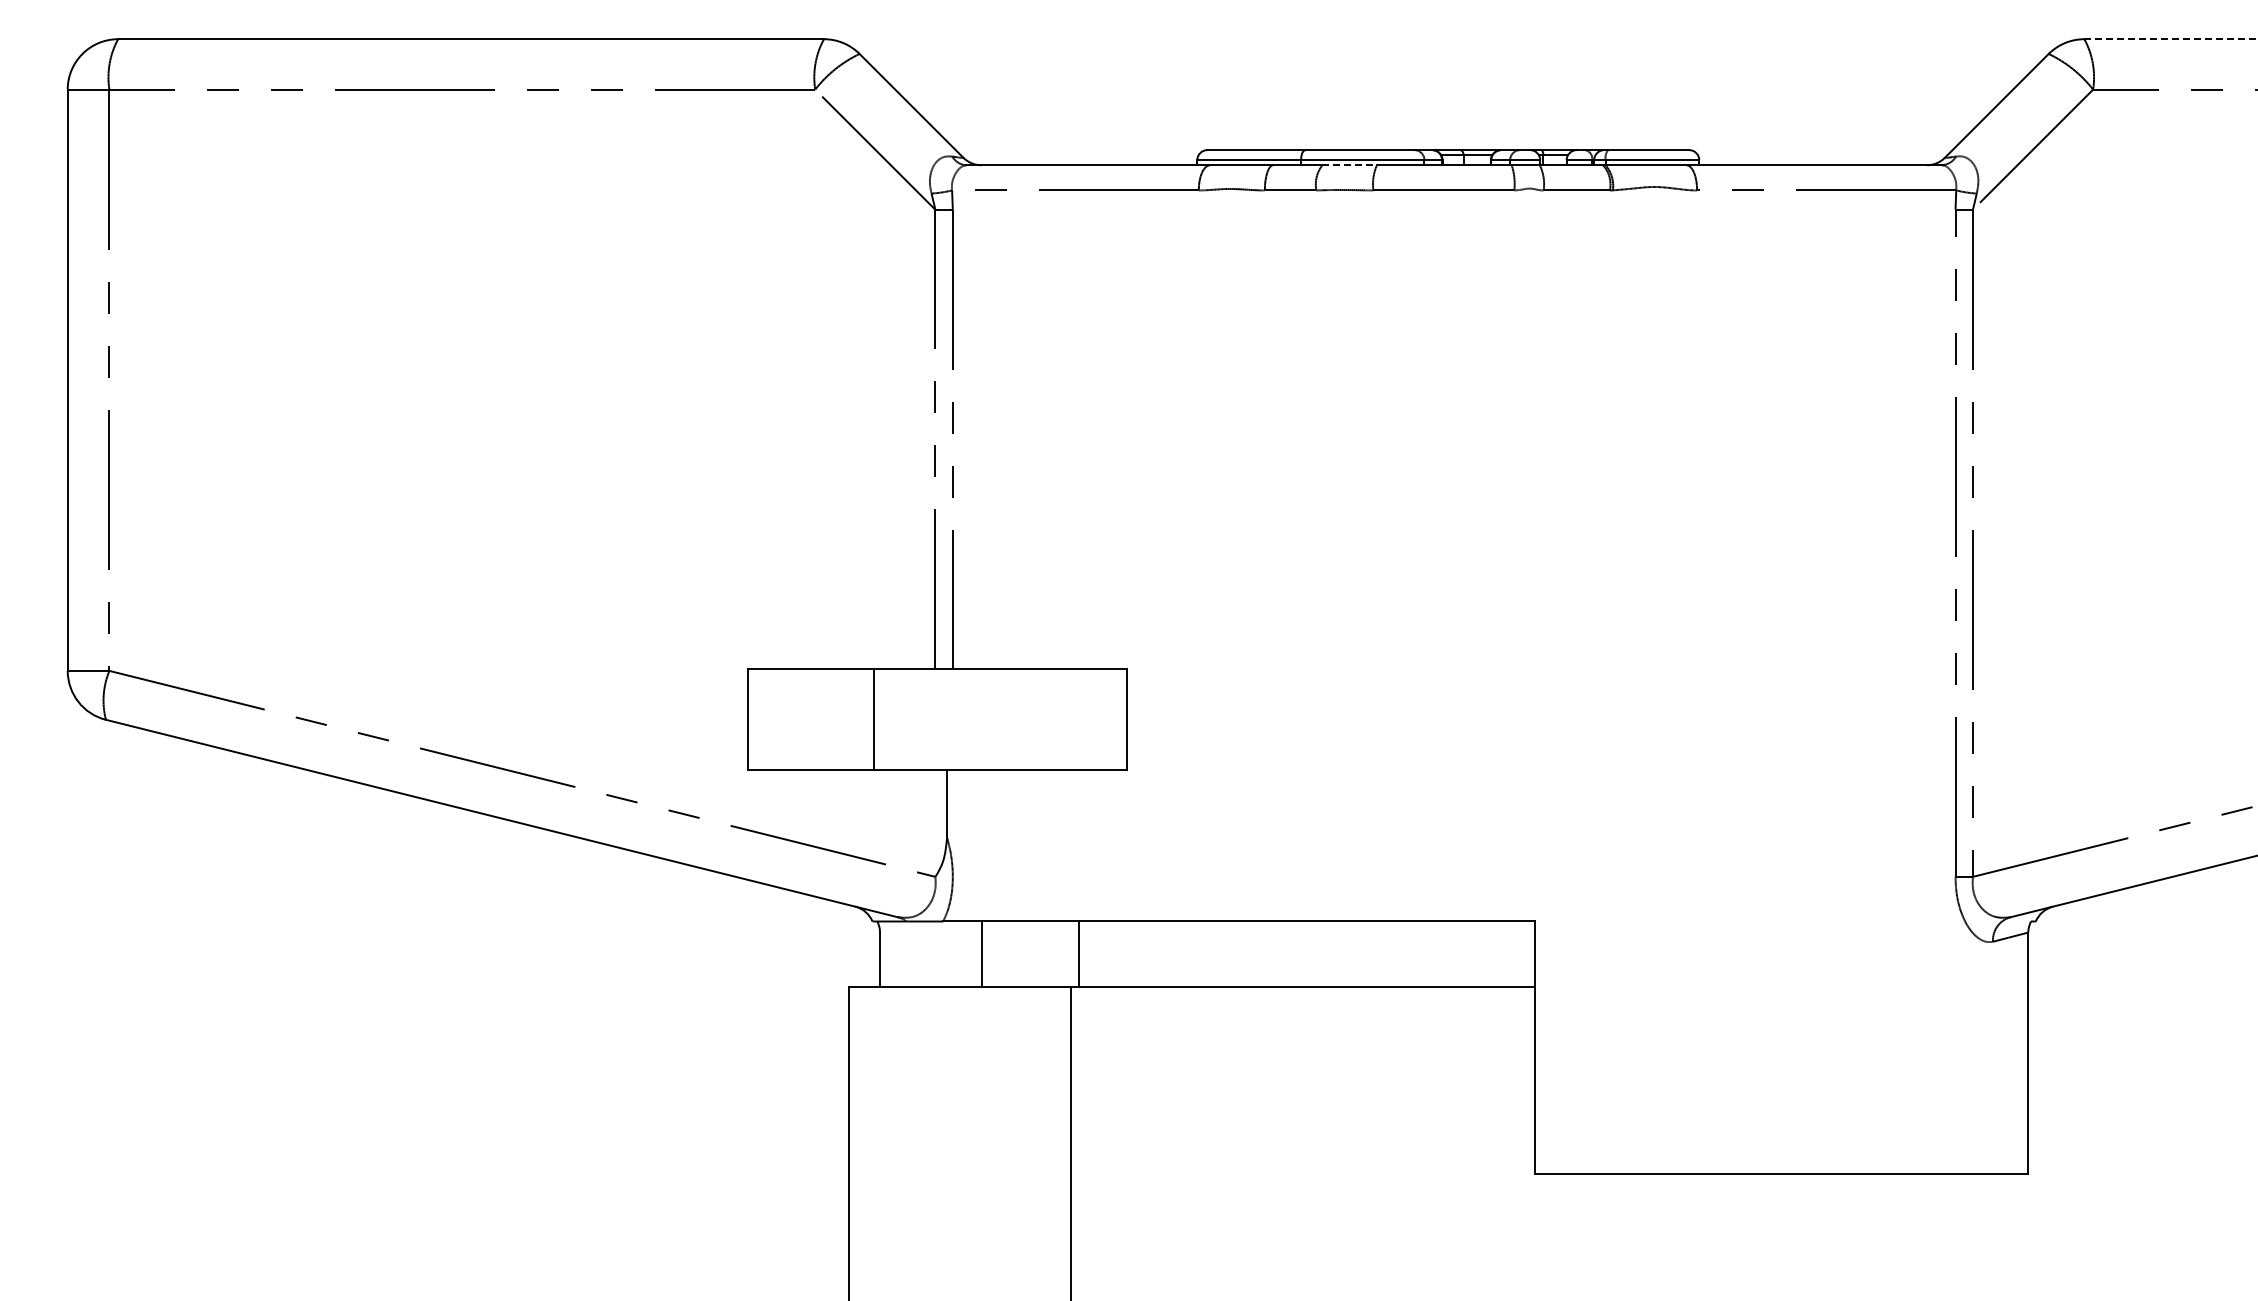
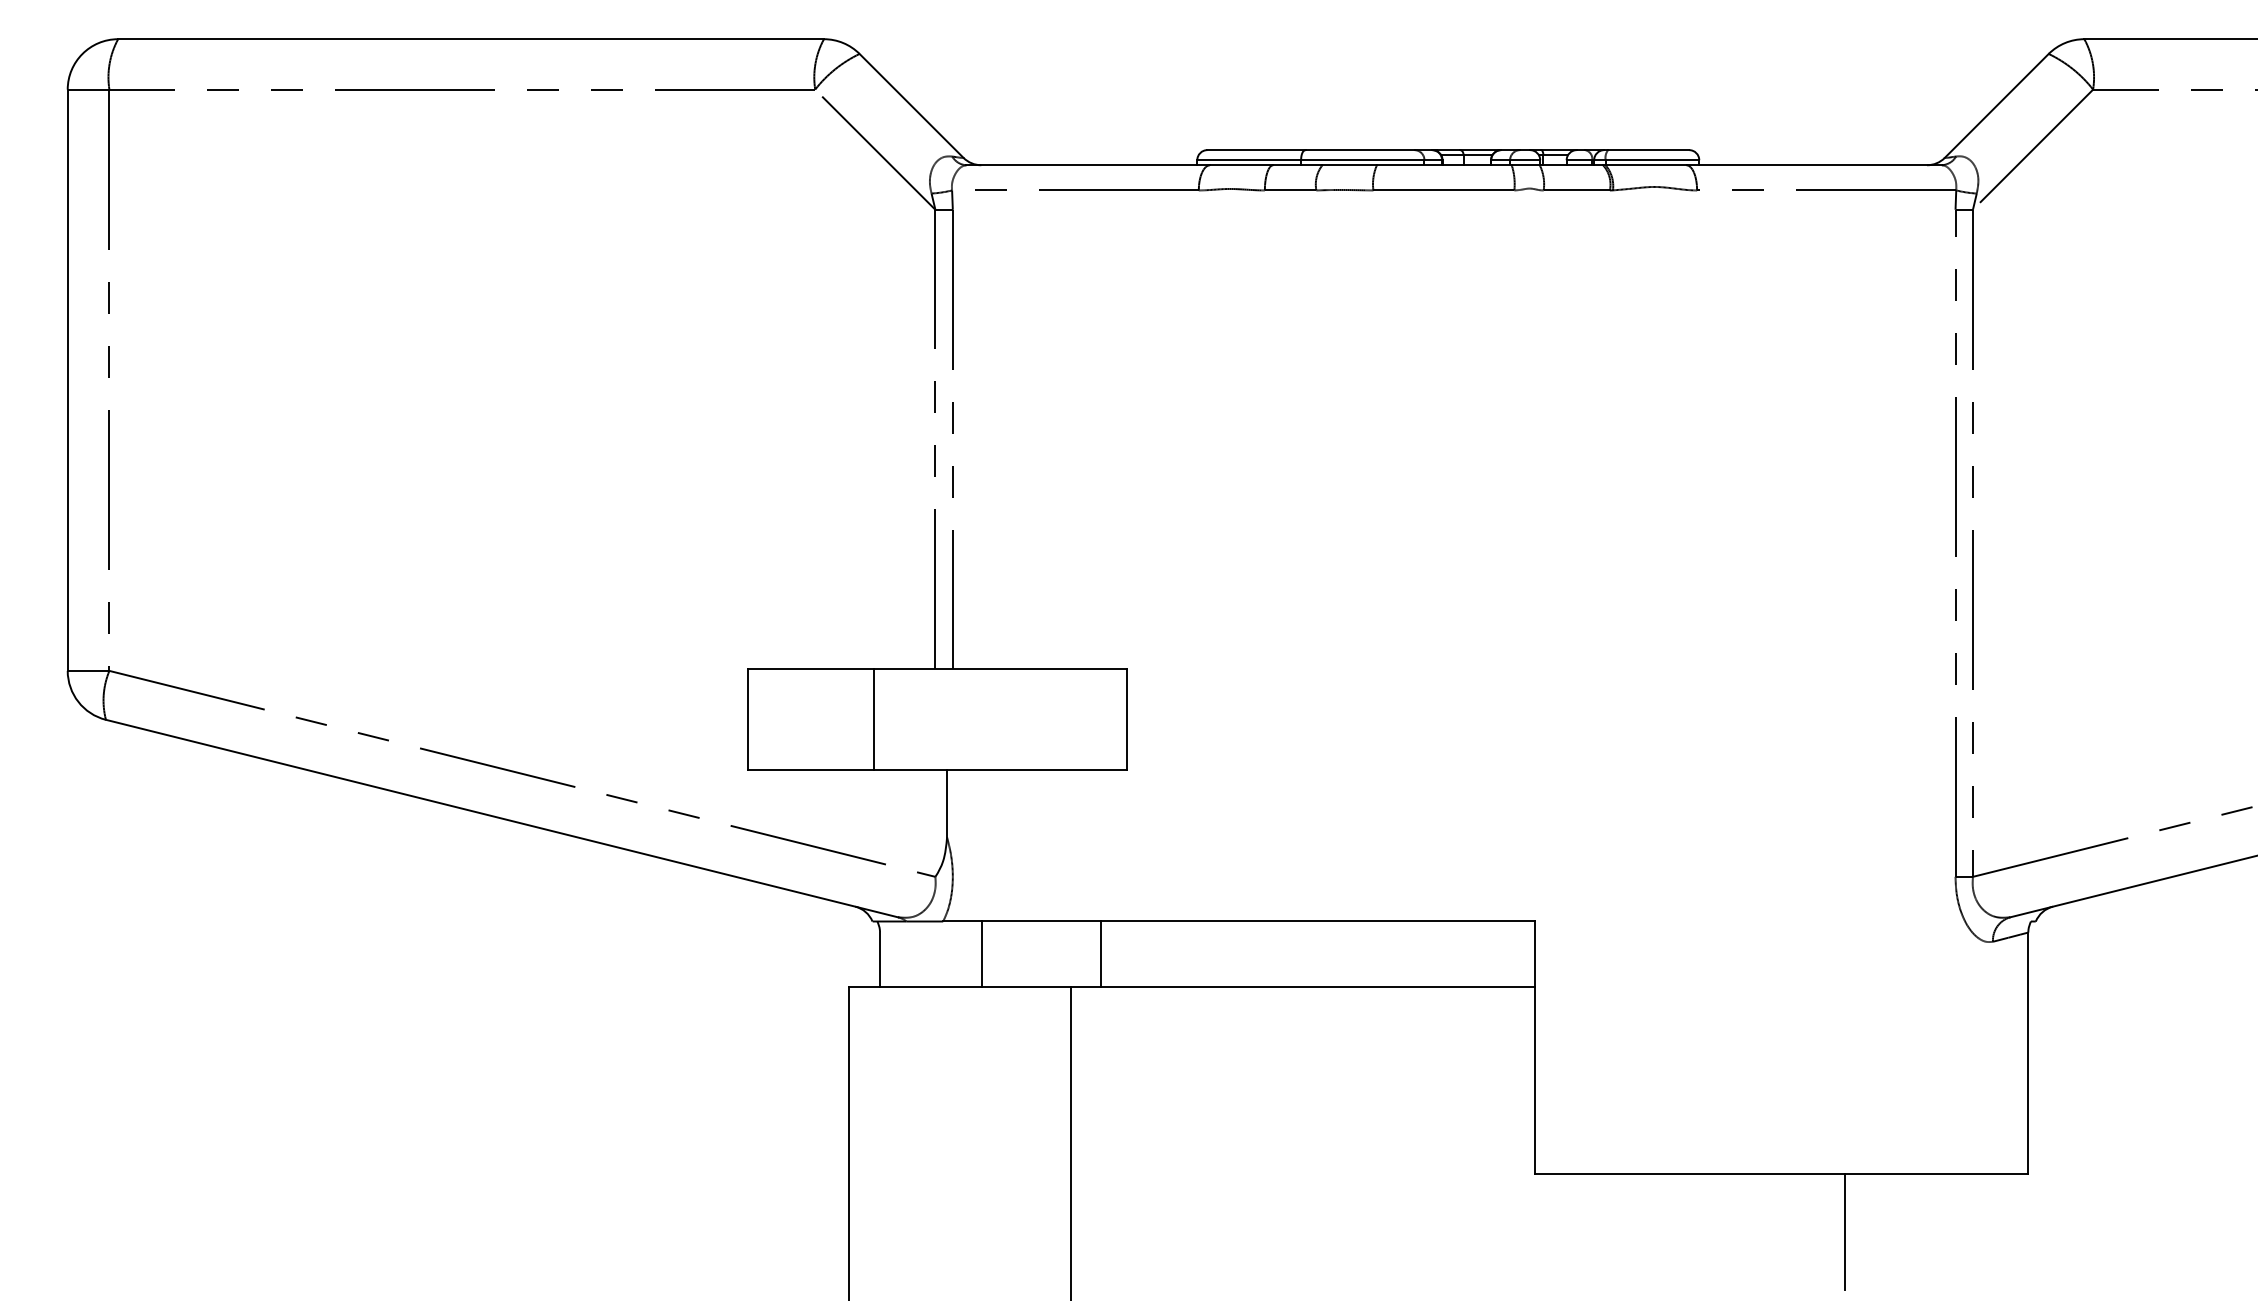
line at (2171, 39): dashed -> solid
line at (1350, 165): dashed -> solid
line at (1079, 954) position: (1079, 954) -> (1101, 954)
line at (1844, 1231): none -> present
